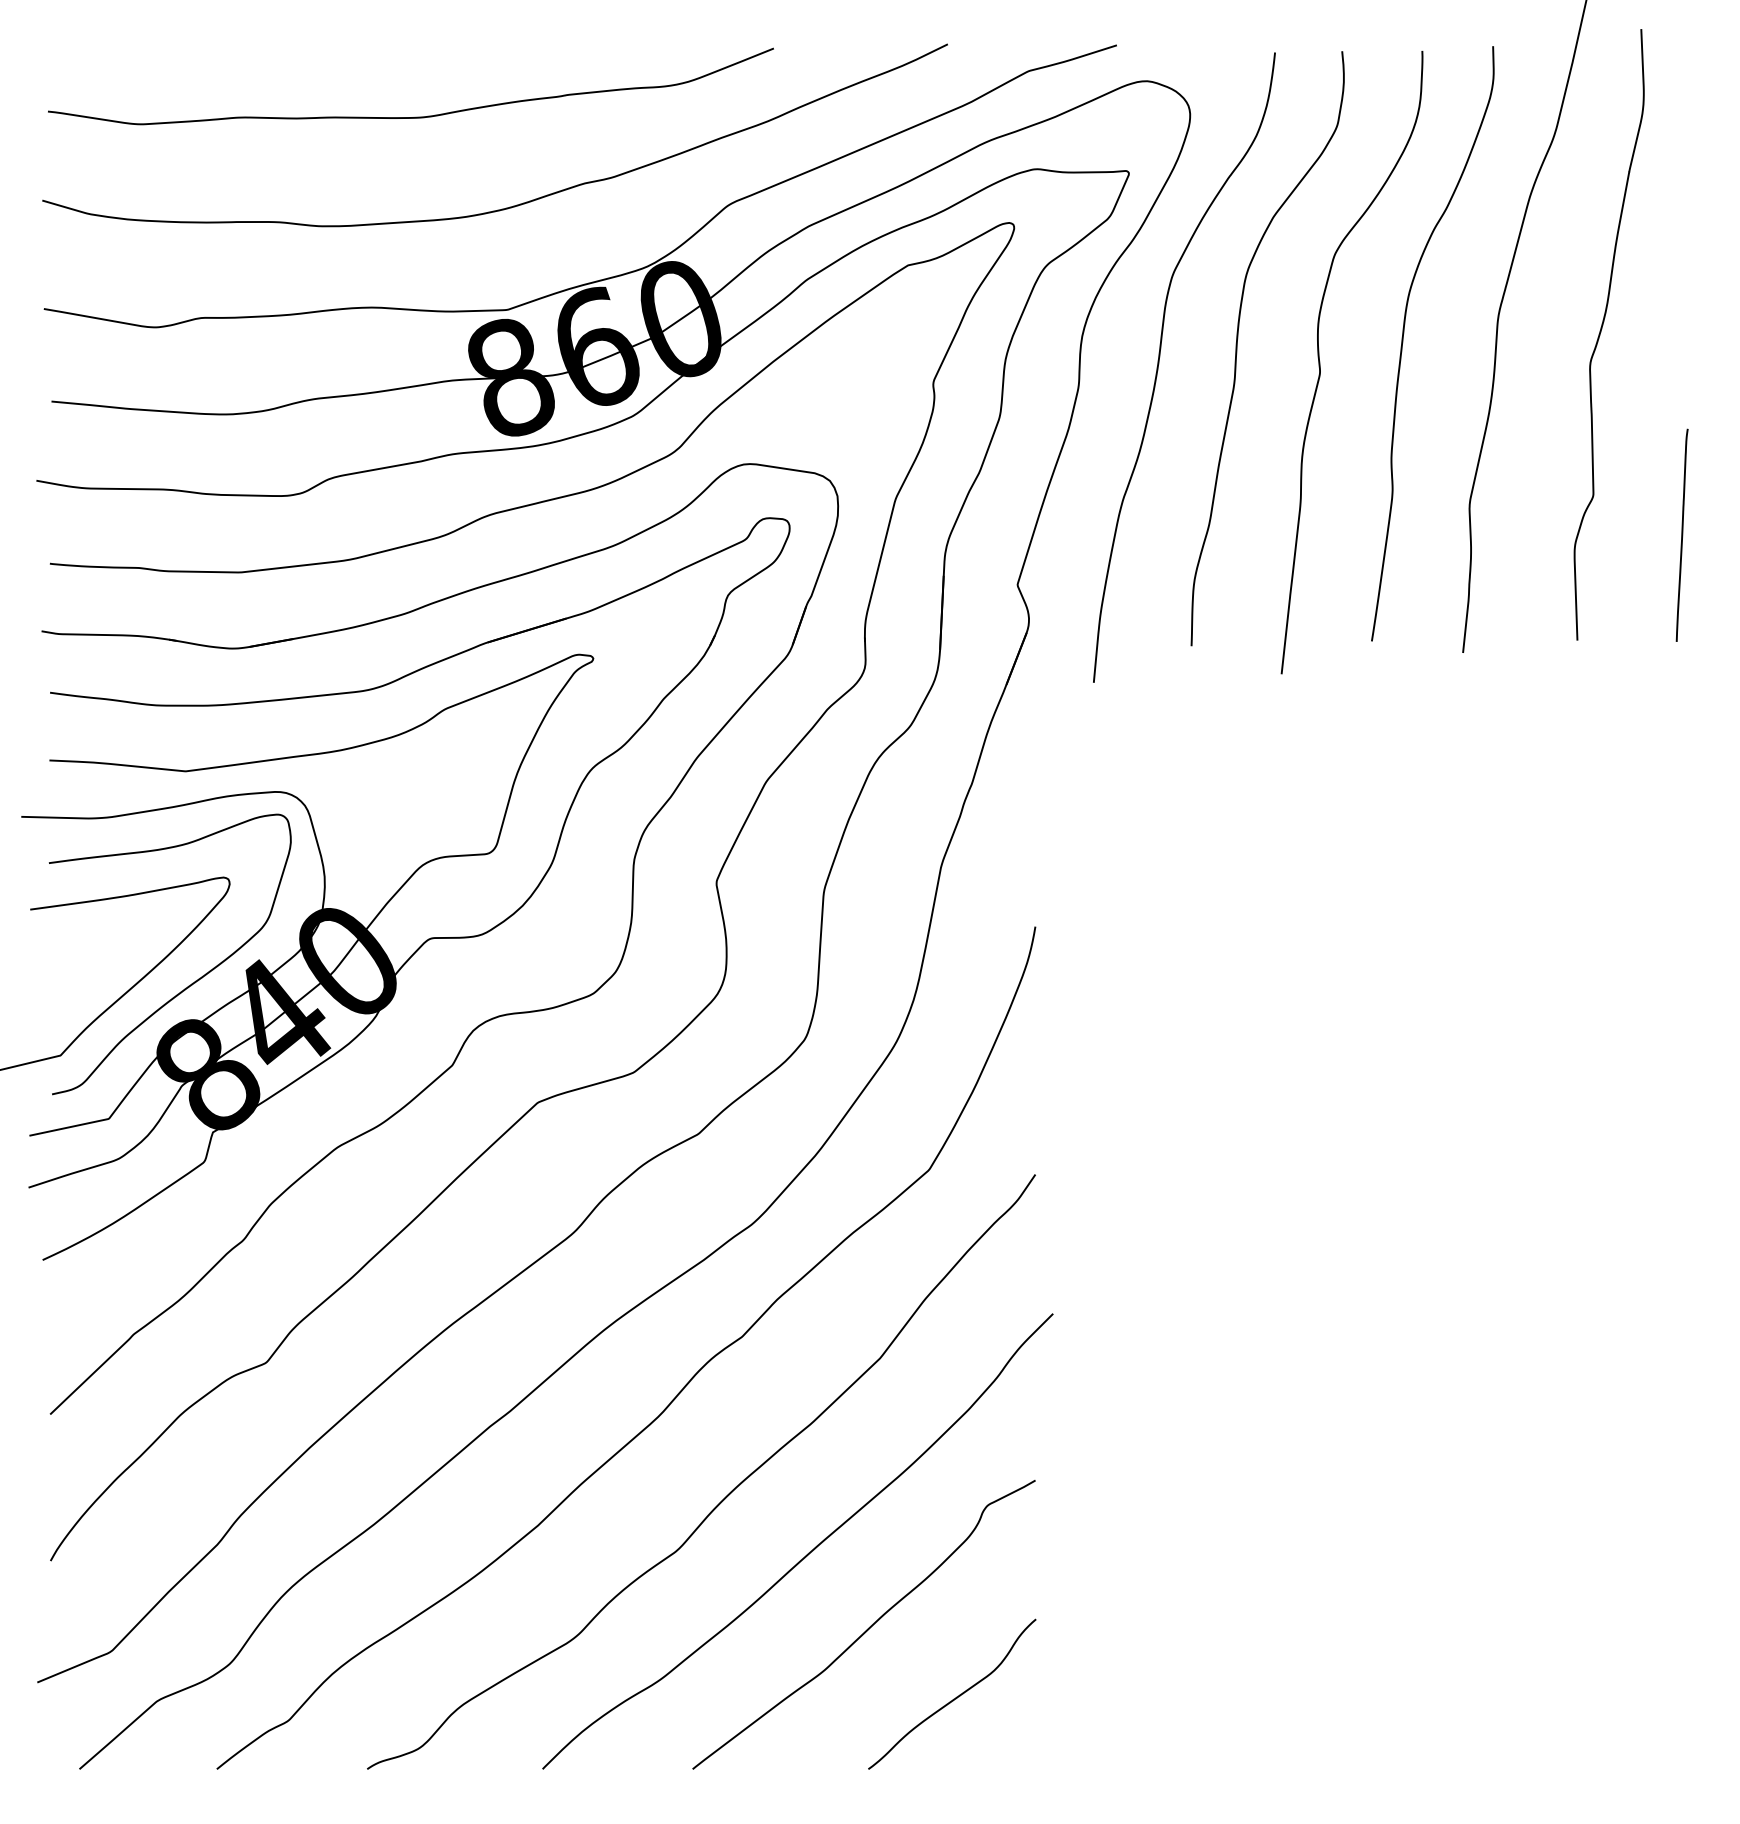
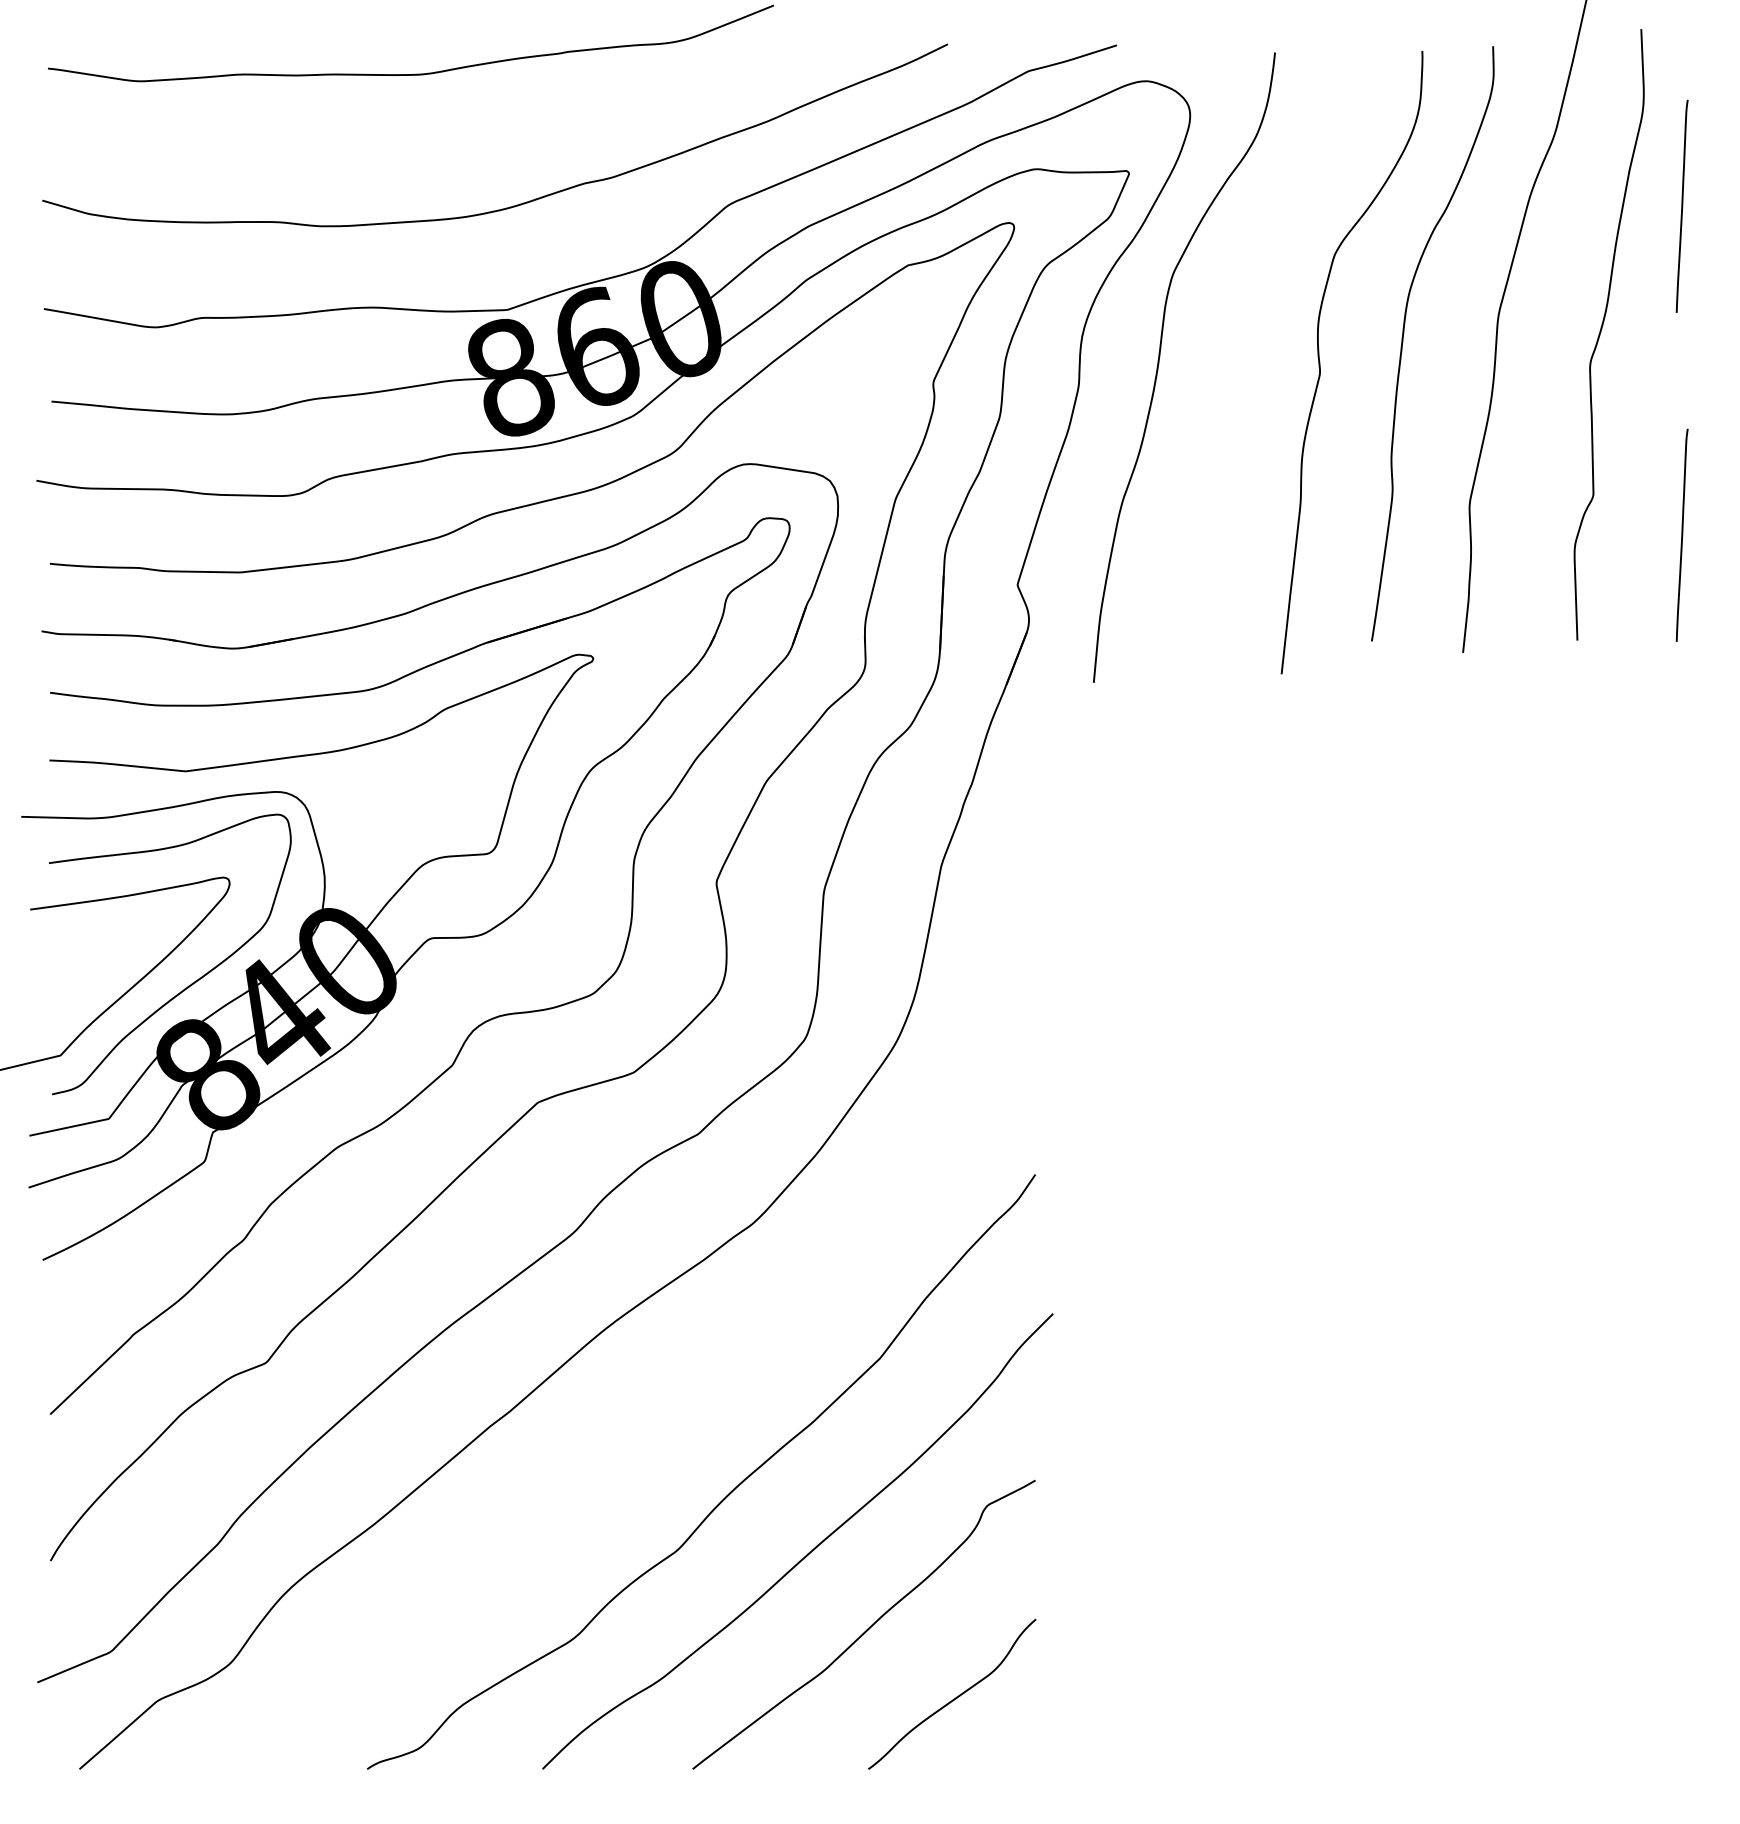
curve at (415, 116) position: (415, 116) -> (415, 73)
line at (1681, 205): none -> present
curve at (1237, 348): present -> none
curve at (677, 1393): present -> none
